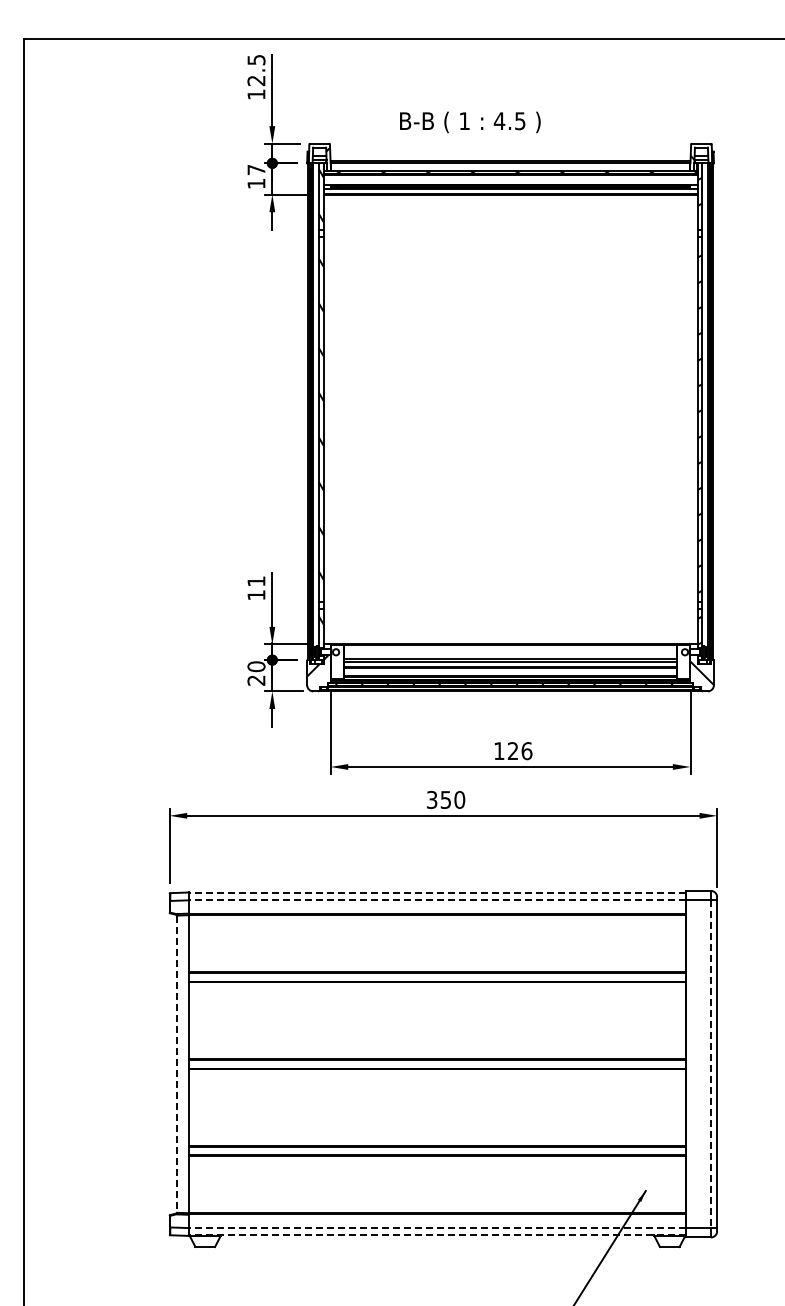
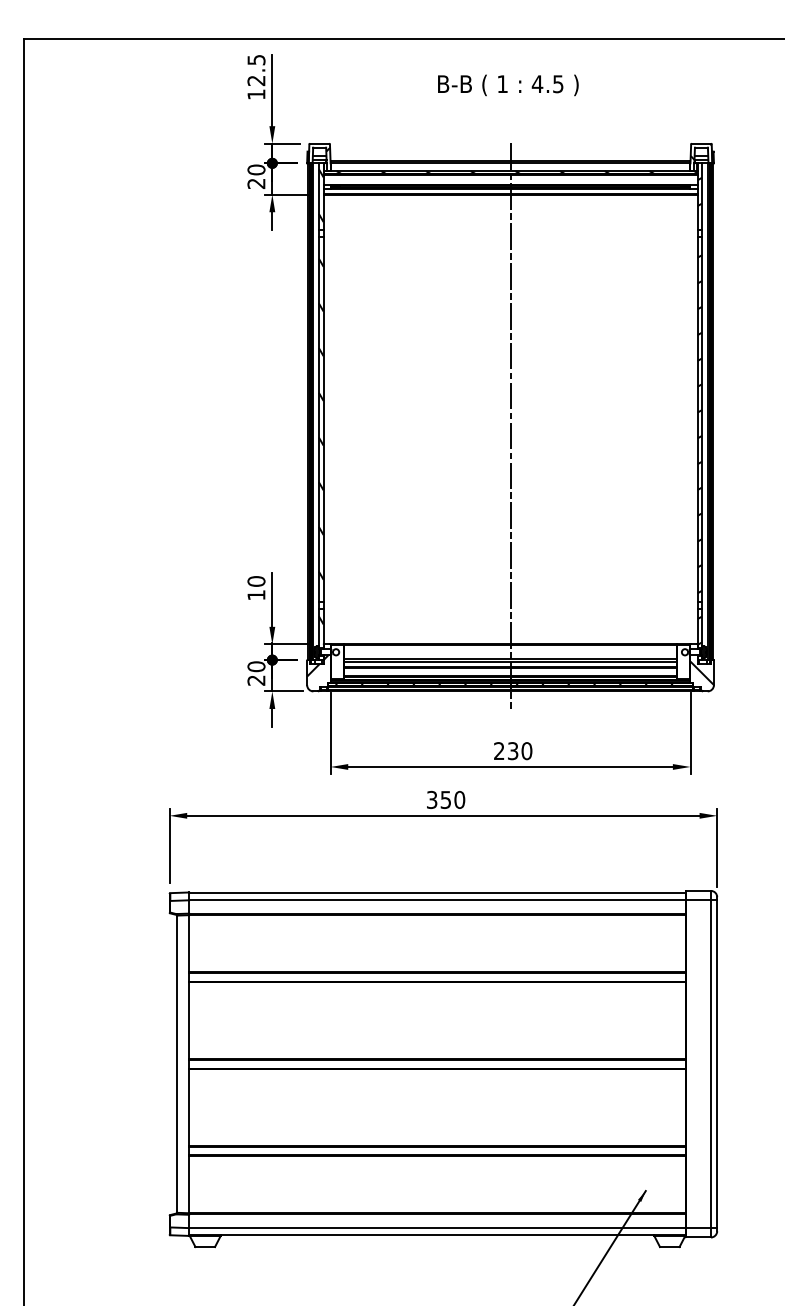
text at (470, 122) position: (470, 122) -> (508, 85)
text at (256, 176): 17 -> 20
line at (510, 426): none -> present
text at (256, 581): 11 -> 10
text at (513, 751): 126 -> 230
line at (437, 893): dashed -> solid
line at (437, 900): dashed -> solid
line at (177, 1064): dashed -> solid
line at (710, 1064): dashed -> solid
line at (437, 1228): dashed -> solid
line at (437, 1235): dashed -> solid
